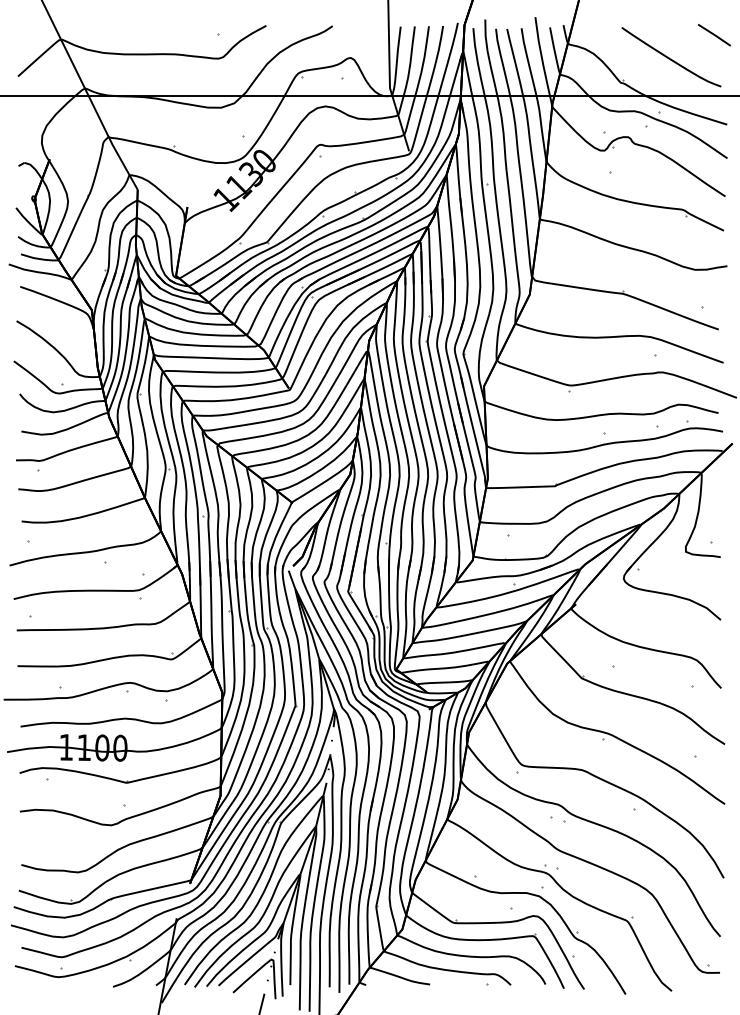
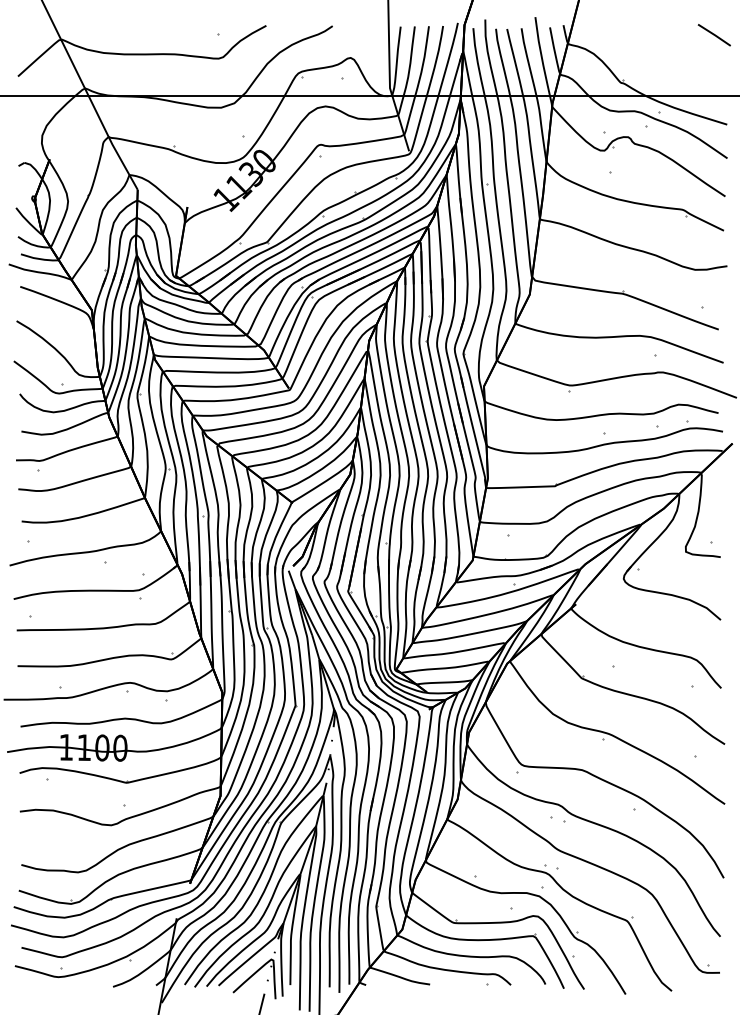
curve at (671, 58): present -> none
